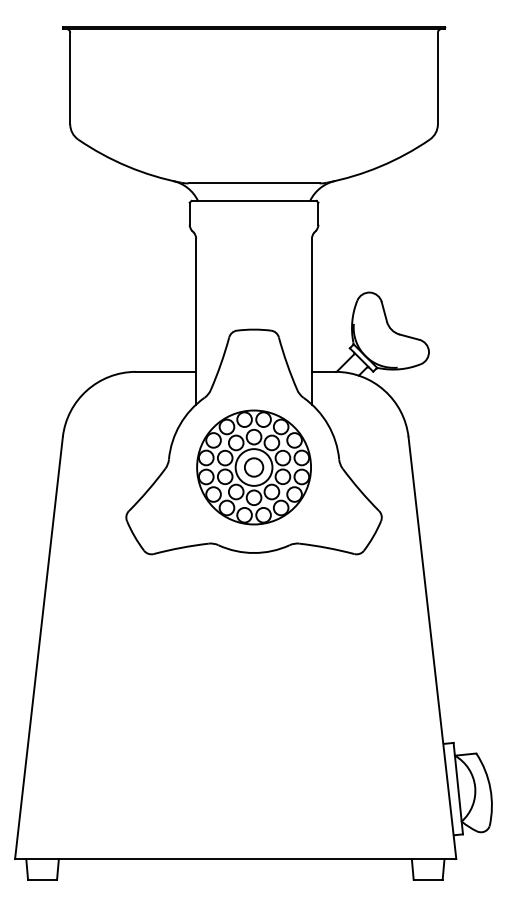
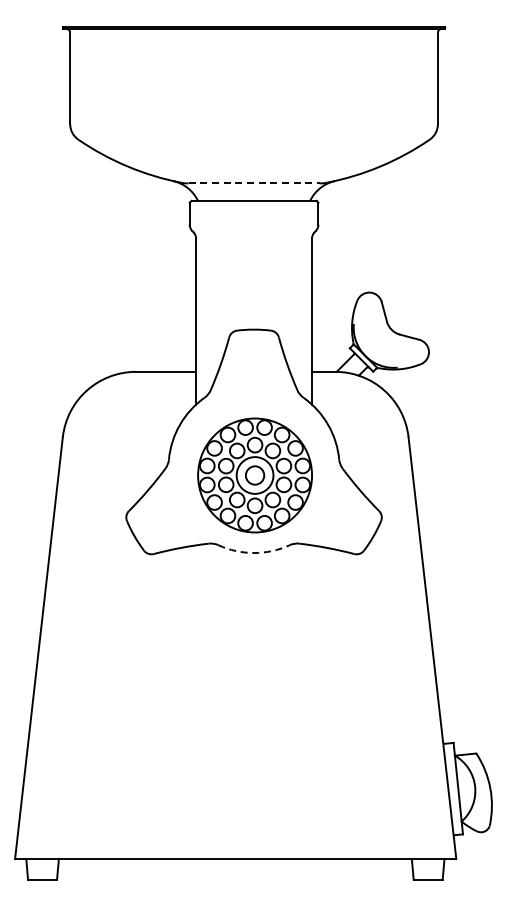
line at (254, 183): solid -> dashed
part at (253, 467) position: (253, 467) -> (254, 475)
arc at (254, 553): solid -> dashed
